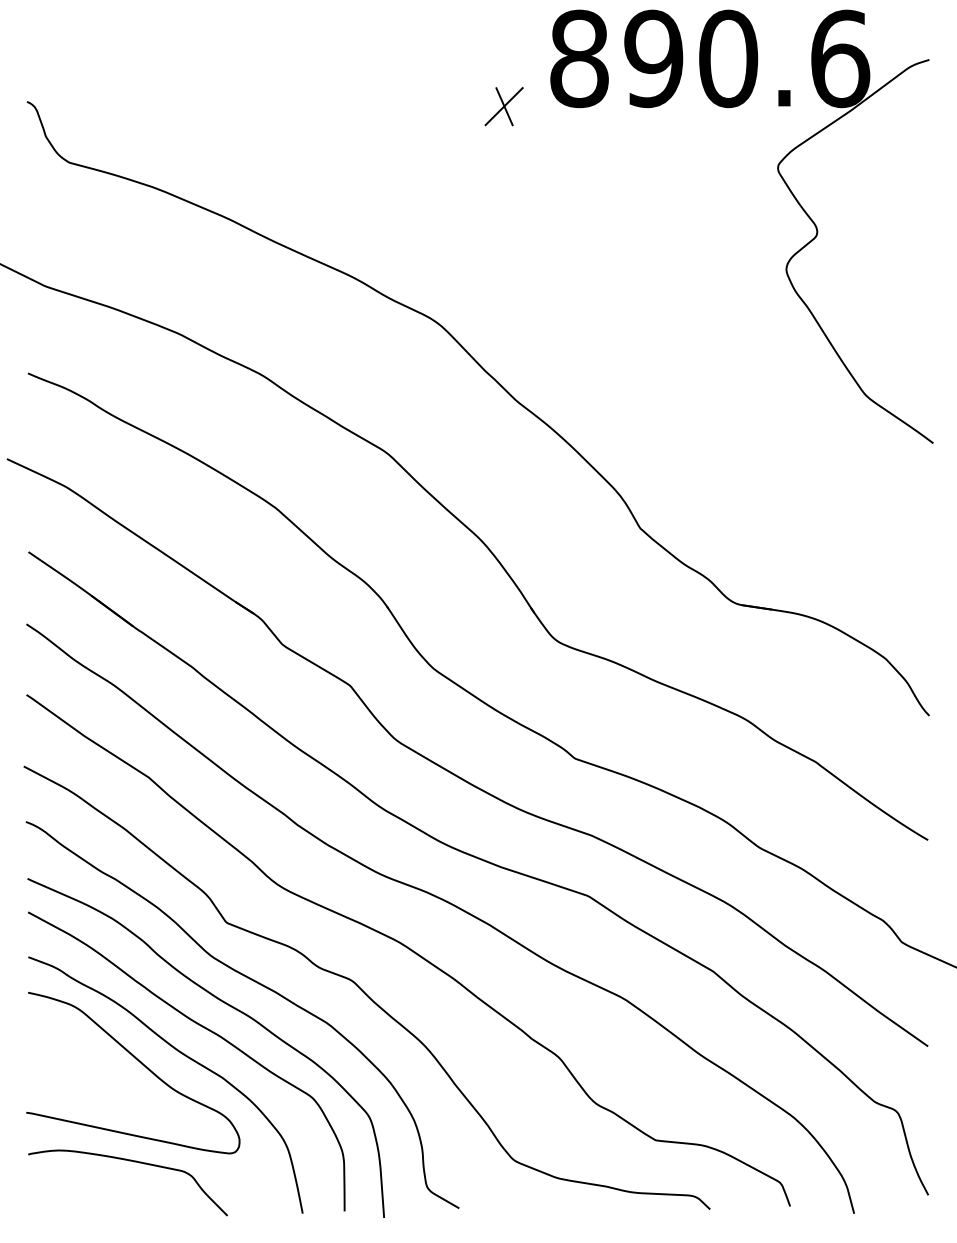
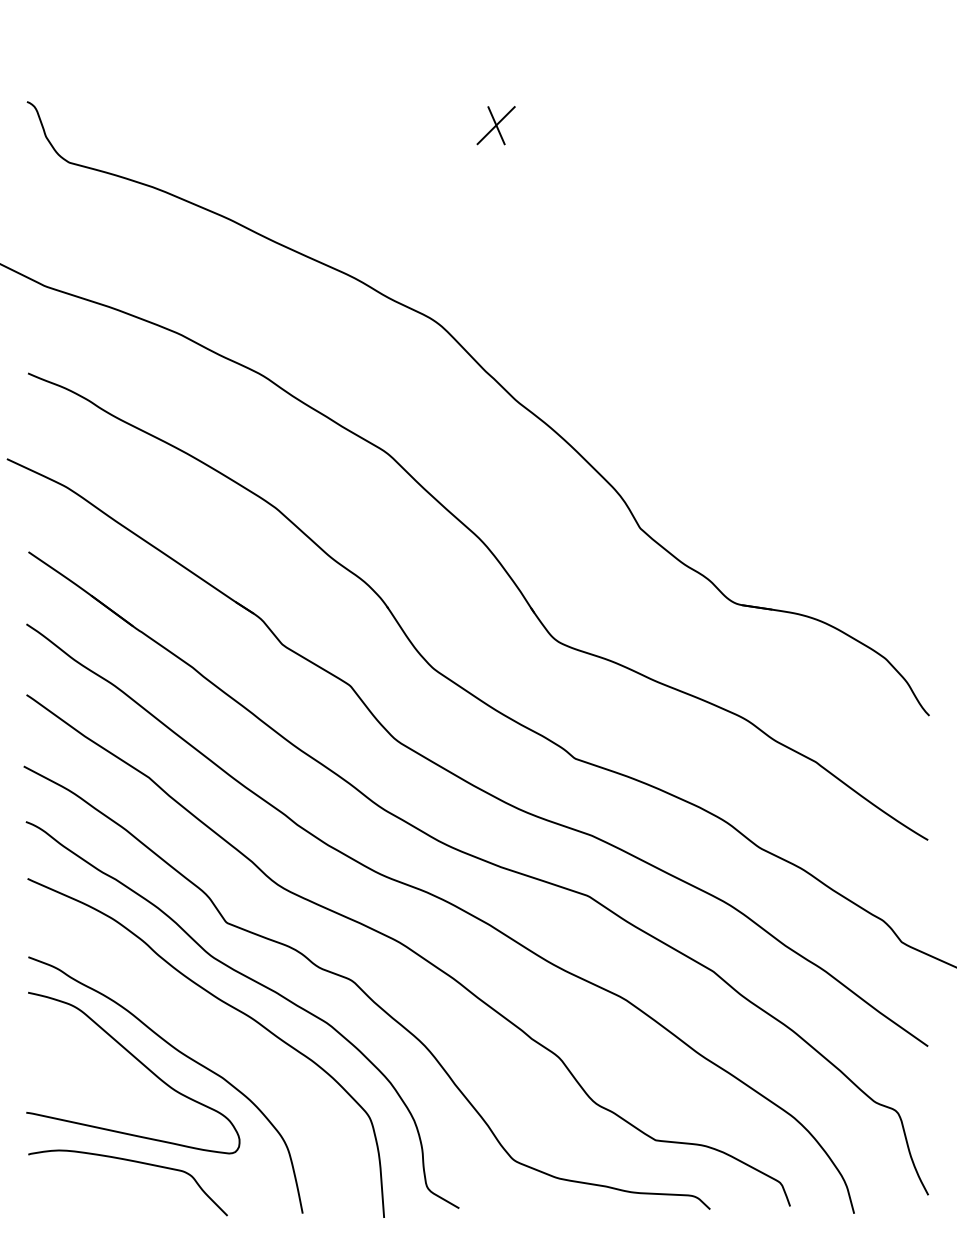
part at (503, 106) position: (503, 106) -> (495, 125)
part at (789, 258): present -> none
curve at (205, 1029): present -> none
